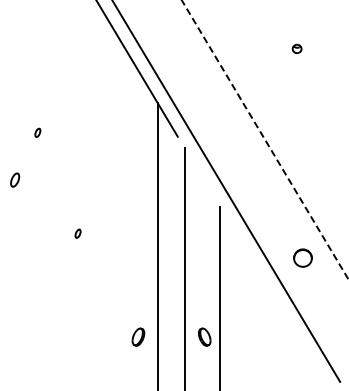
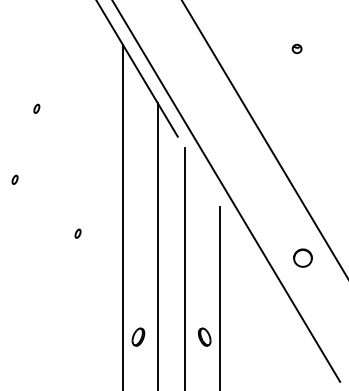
part at (37, 132) position: (37, 132) -> (36, 108)
line at (265, 139): dashed -> solid
part at (15, 179) size: 11x16 px -> 8x11 px
line at (122, 215): none -> present
